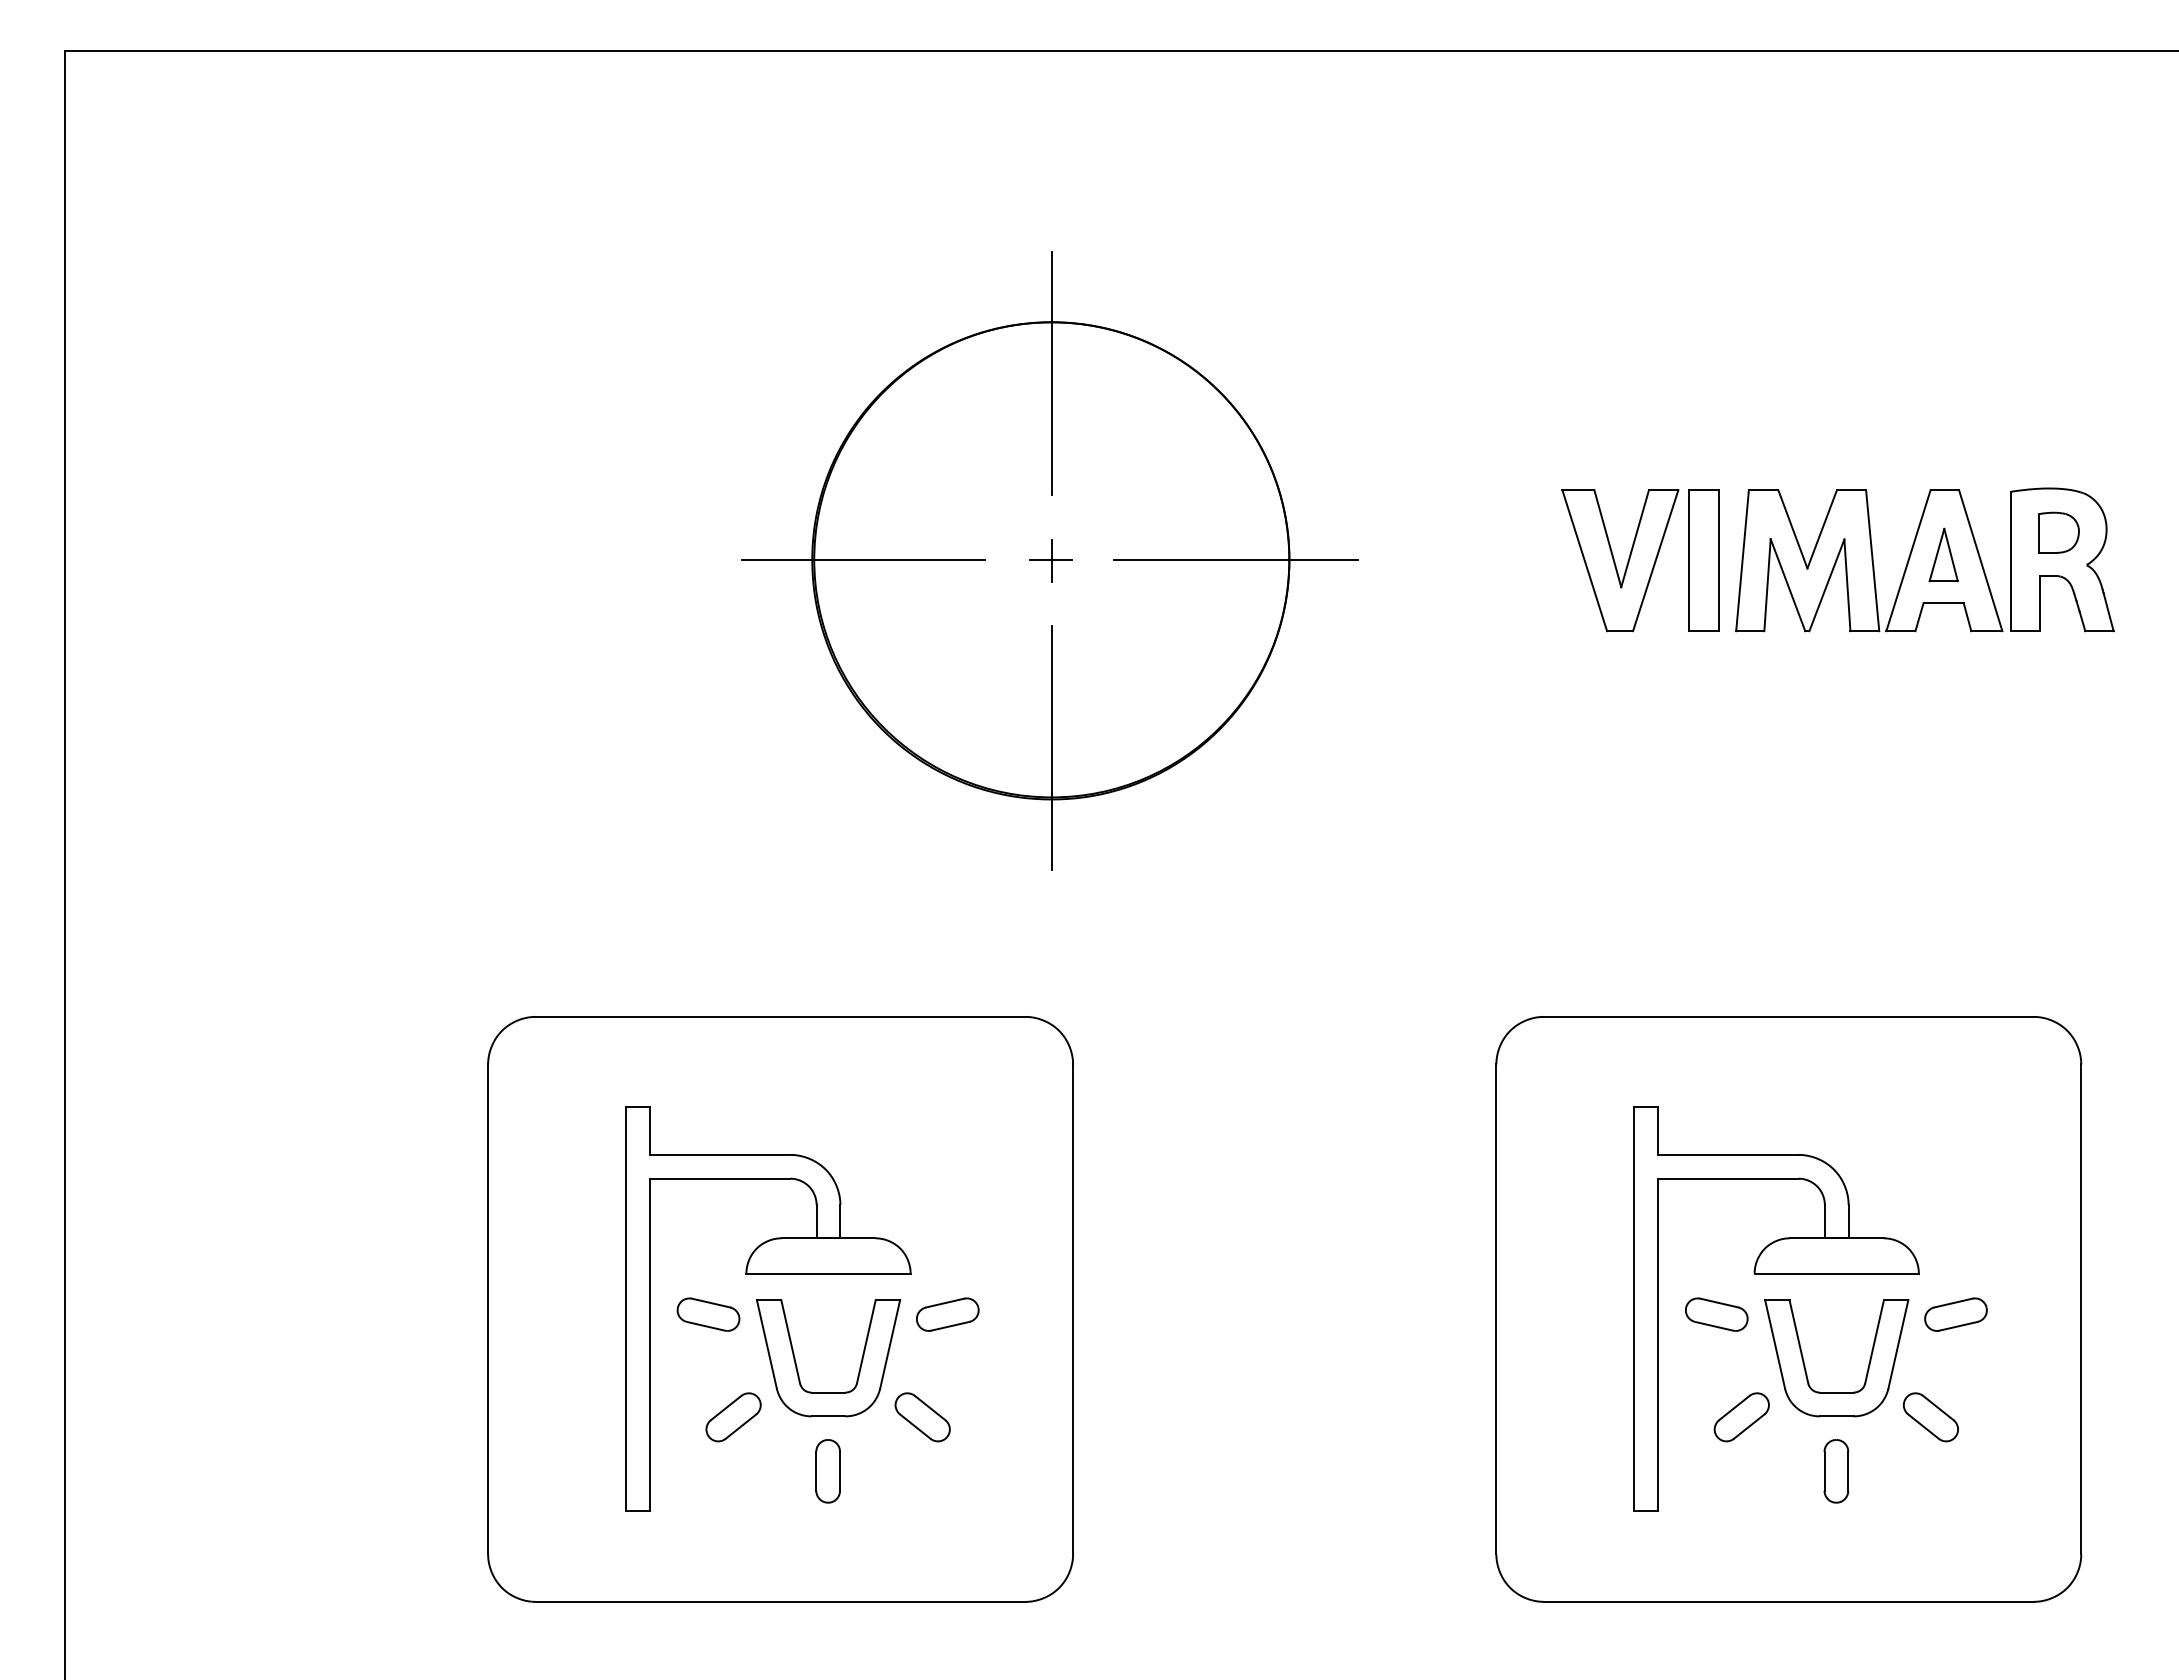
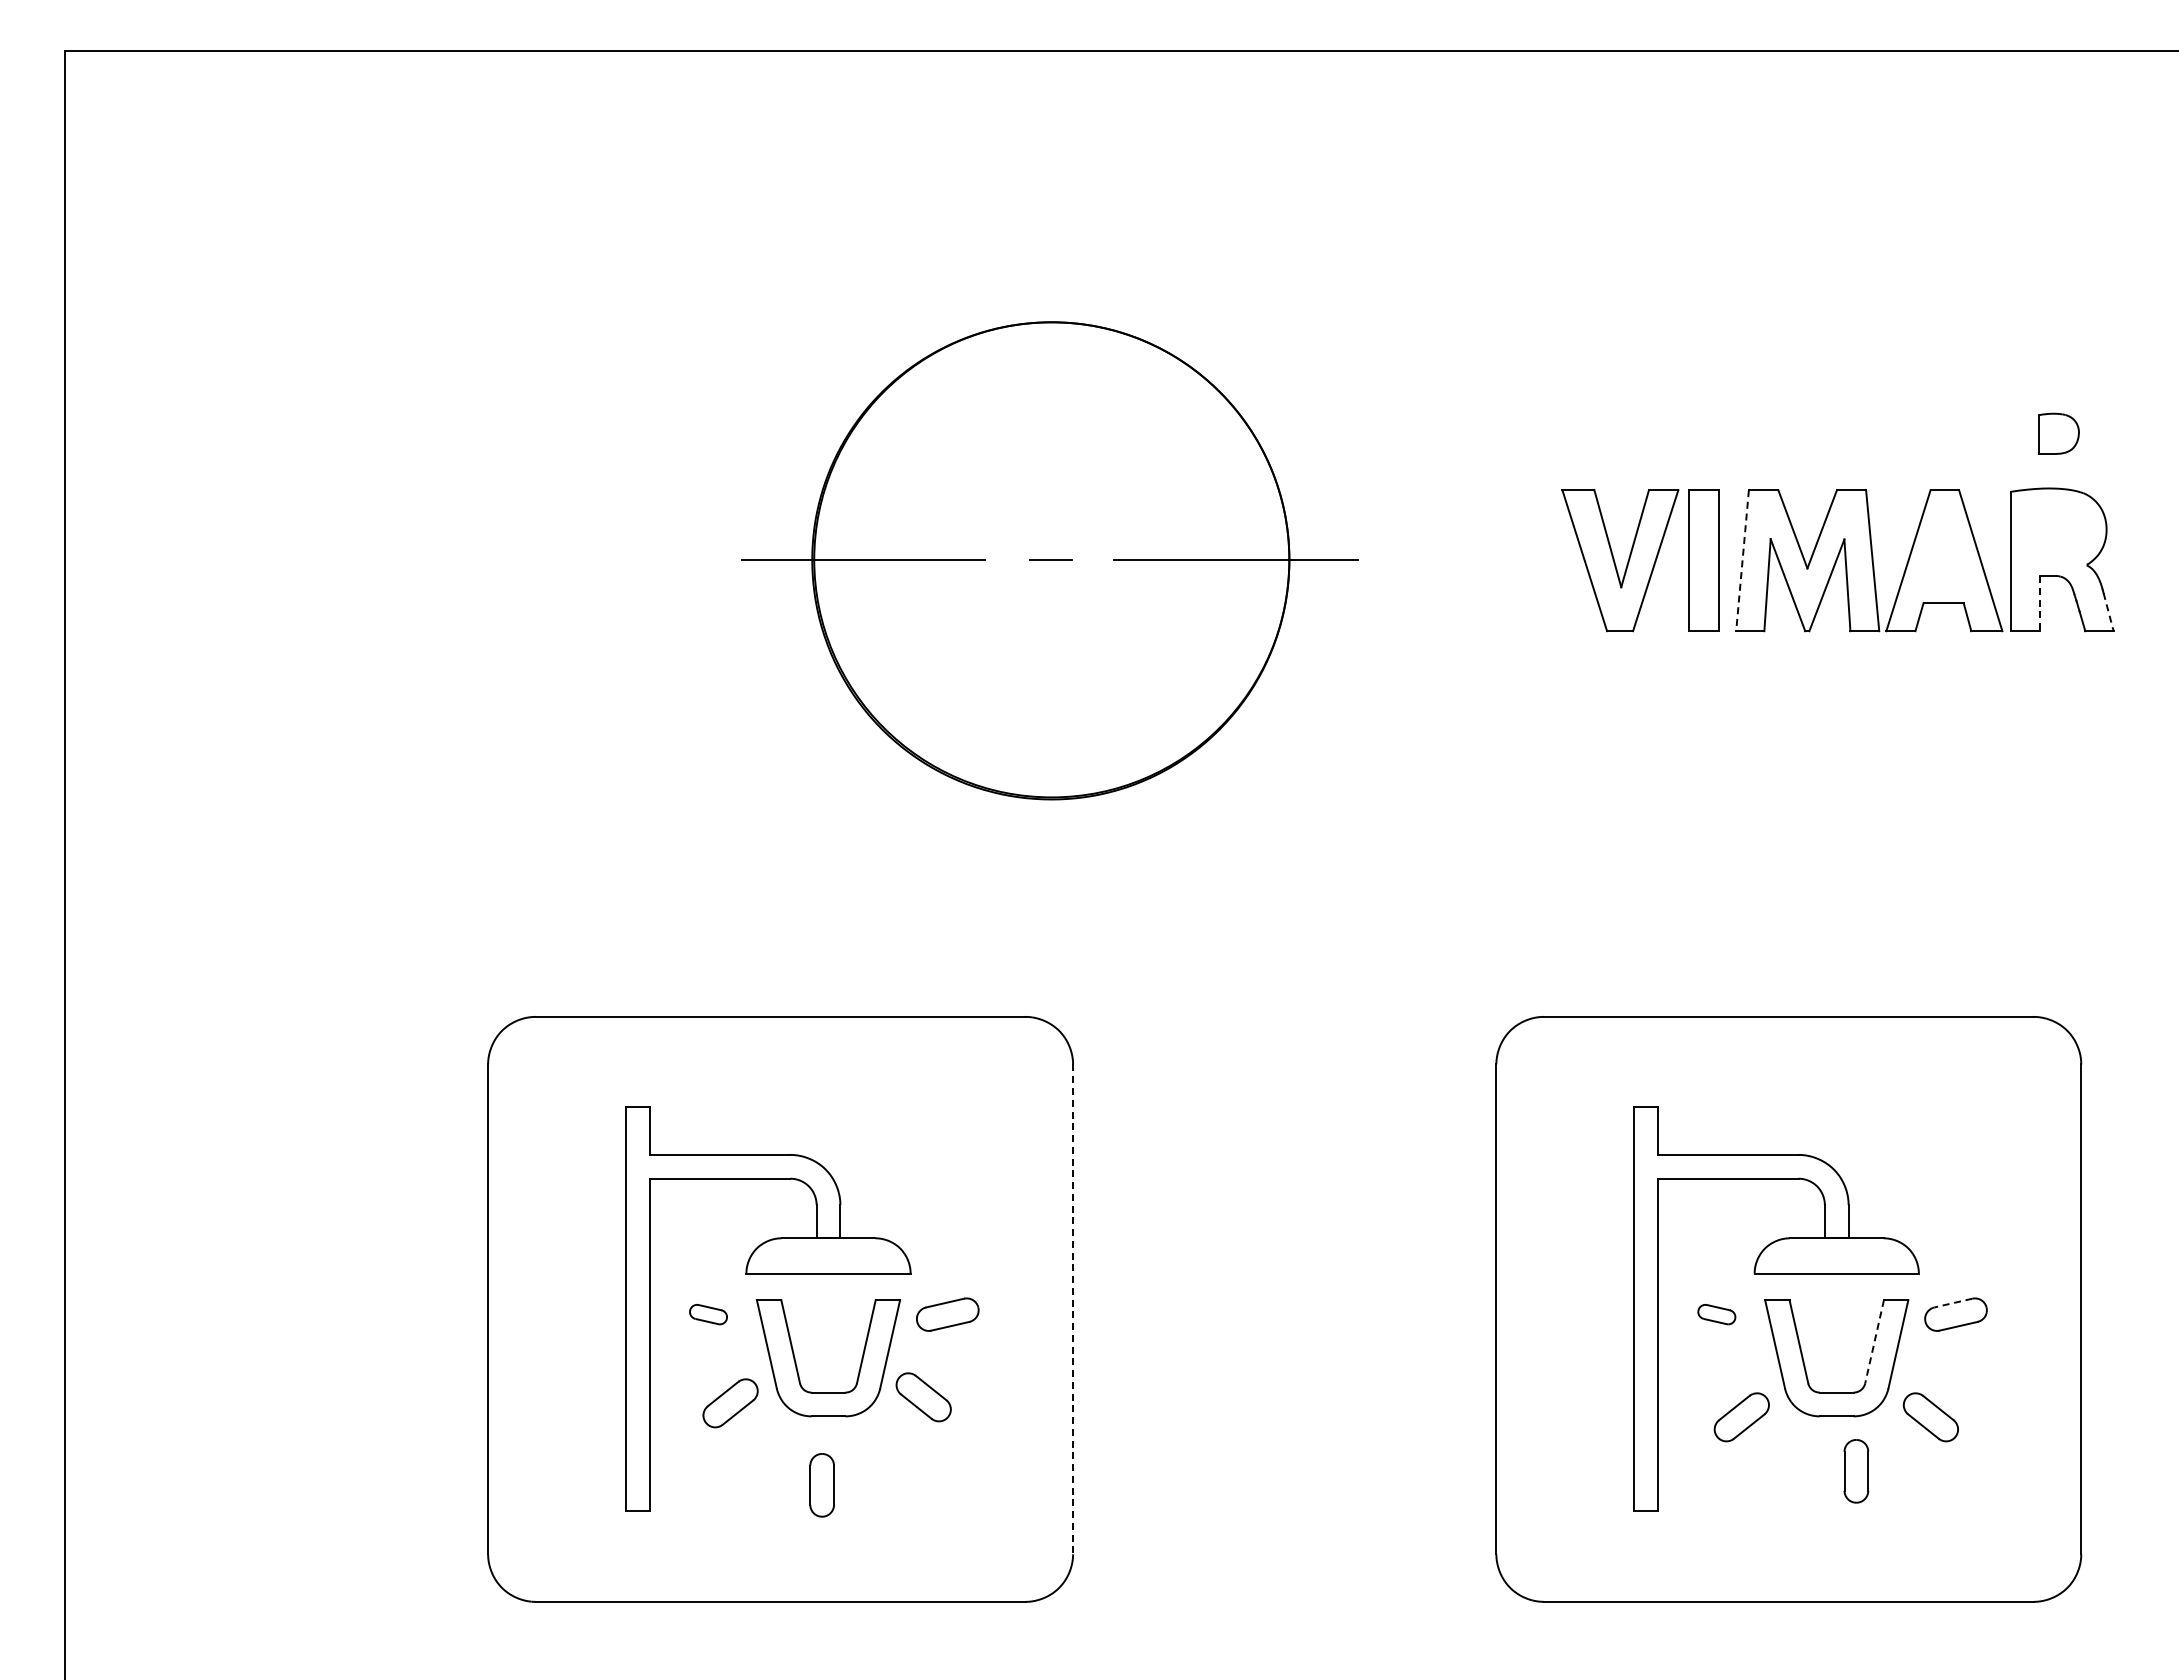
line at (1051, 373): present -> none
part at (2058, 532) position: (2058, 532) -> (2058, 433)
part at (1943, 554): present -> none
line at (1051, 560): present -> none
line at (1742, 560): solid -> dashed
line at (2040, 603): solid -> dashed
line at (2108, 612): solid -> dashed
line at (1051, 747): present -> none
line at (1952, 1303): solid -> dashed
line at (1073, 1309): solid -> dashed
part at (708, 1314) size: 65x35 px -> 39x22 px
part at (1716, 1314) size: 64x35 px -> 40x22 px
line at (1874, 1341): solid -> dashed
part at (733, 1417) position: (733, 1417) -> (730, 1403)
part at (922, 1417) position: (922, 1417) -> (923, 1397)
part at (827, 1471) position: (827, 1471) -> (821, 1485)
part at (1836, 1471) position: (1836, 1471) -> (1856, 1471)
